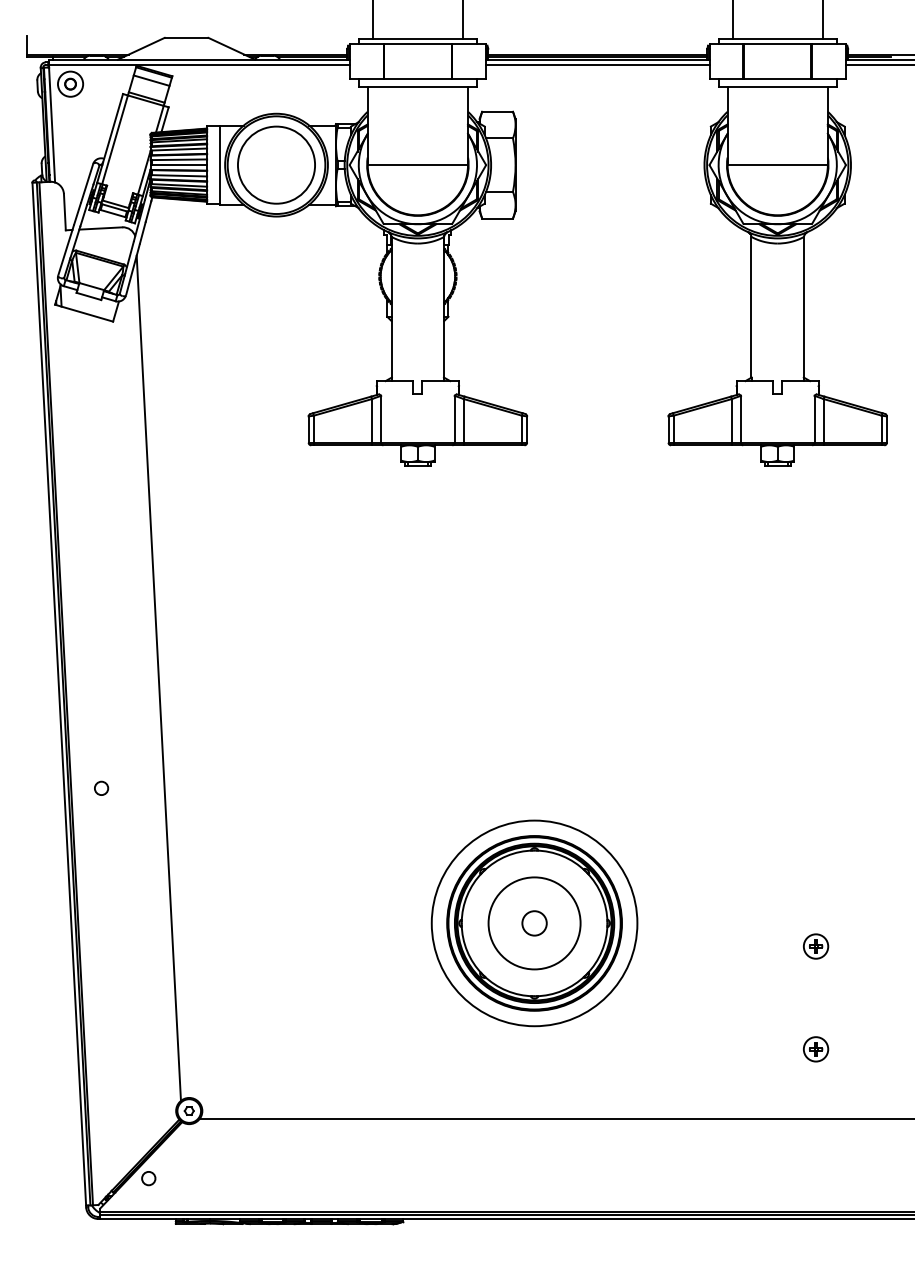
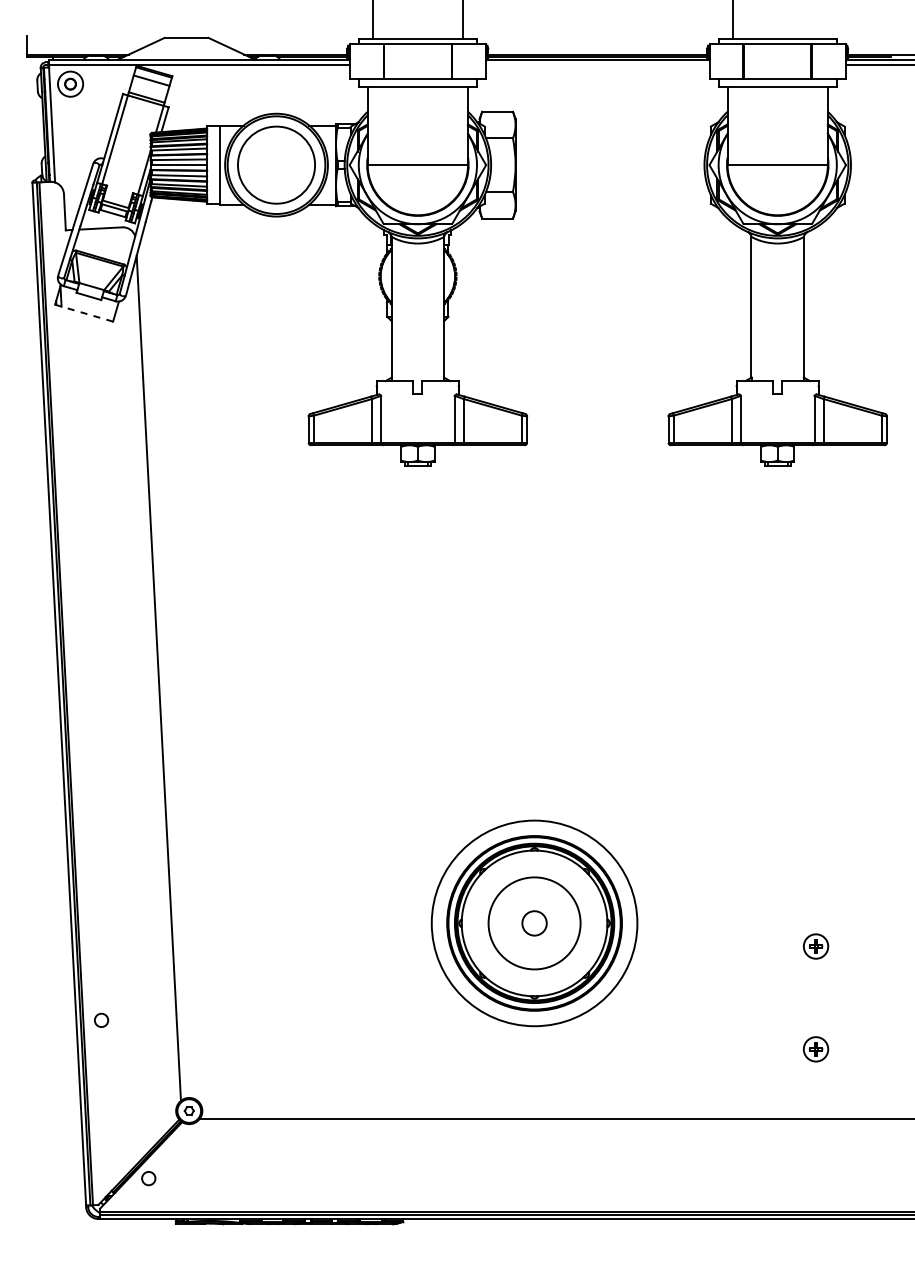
line at (822, 20): present -> none
line at (597, 64): present -> none
line at (83, 313): solid -> dashed
circle at (101, 787) position: (101, 787) -> (101, 1019)
